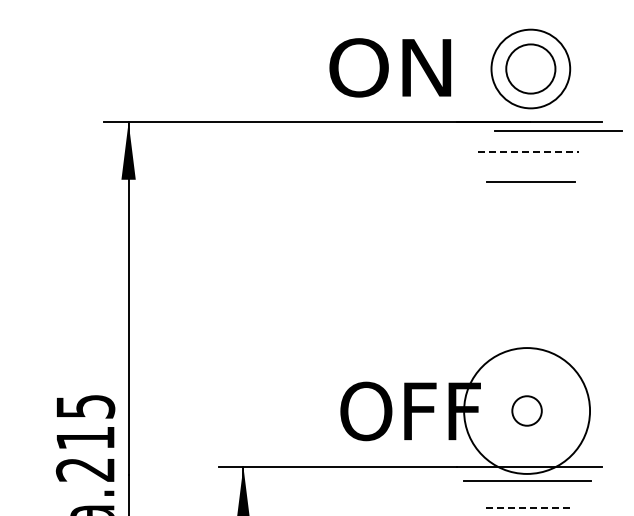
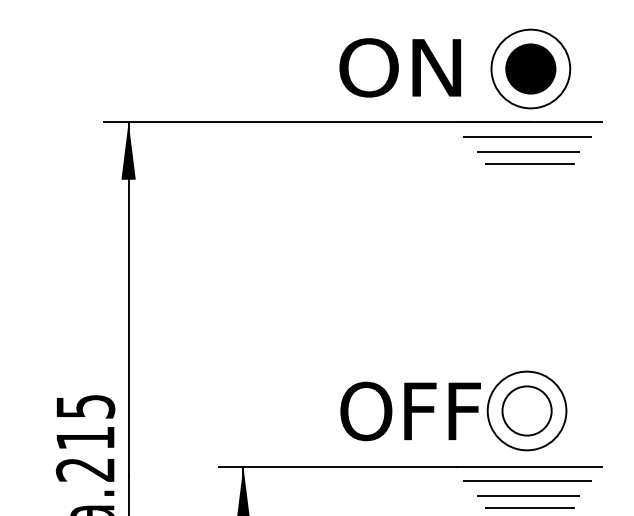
text at (390, 67) position: (390, 67) -> (400, 67)
fill at (530, 68): none -> present
line at (558, 130) position: (558, 130) -> (527, 136)
line at (528, 151): dashed -> solid
line at (530, 181) position: (530, 181) -> (529, 163)
circle at (526, 410) diameter: 30 px -> 49 px
circle at (527, 410) diameter: 126 px -> 79 px
line at (528, 496): none -> present
line at (530, 508): dashed -> solid
